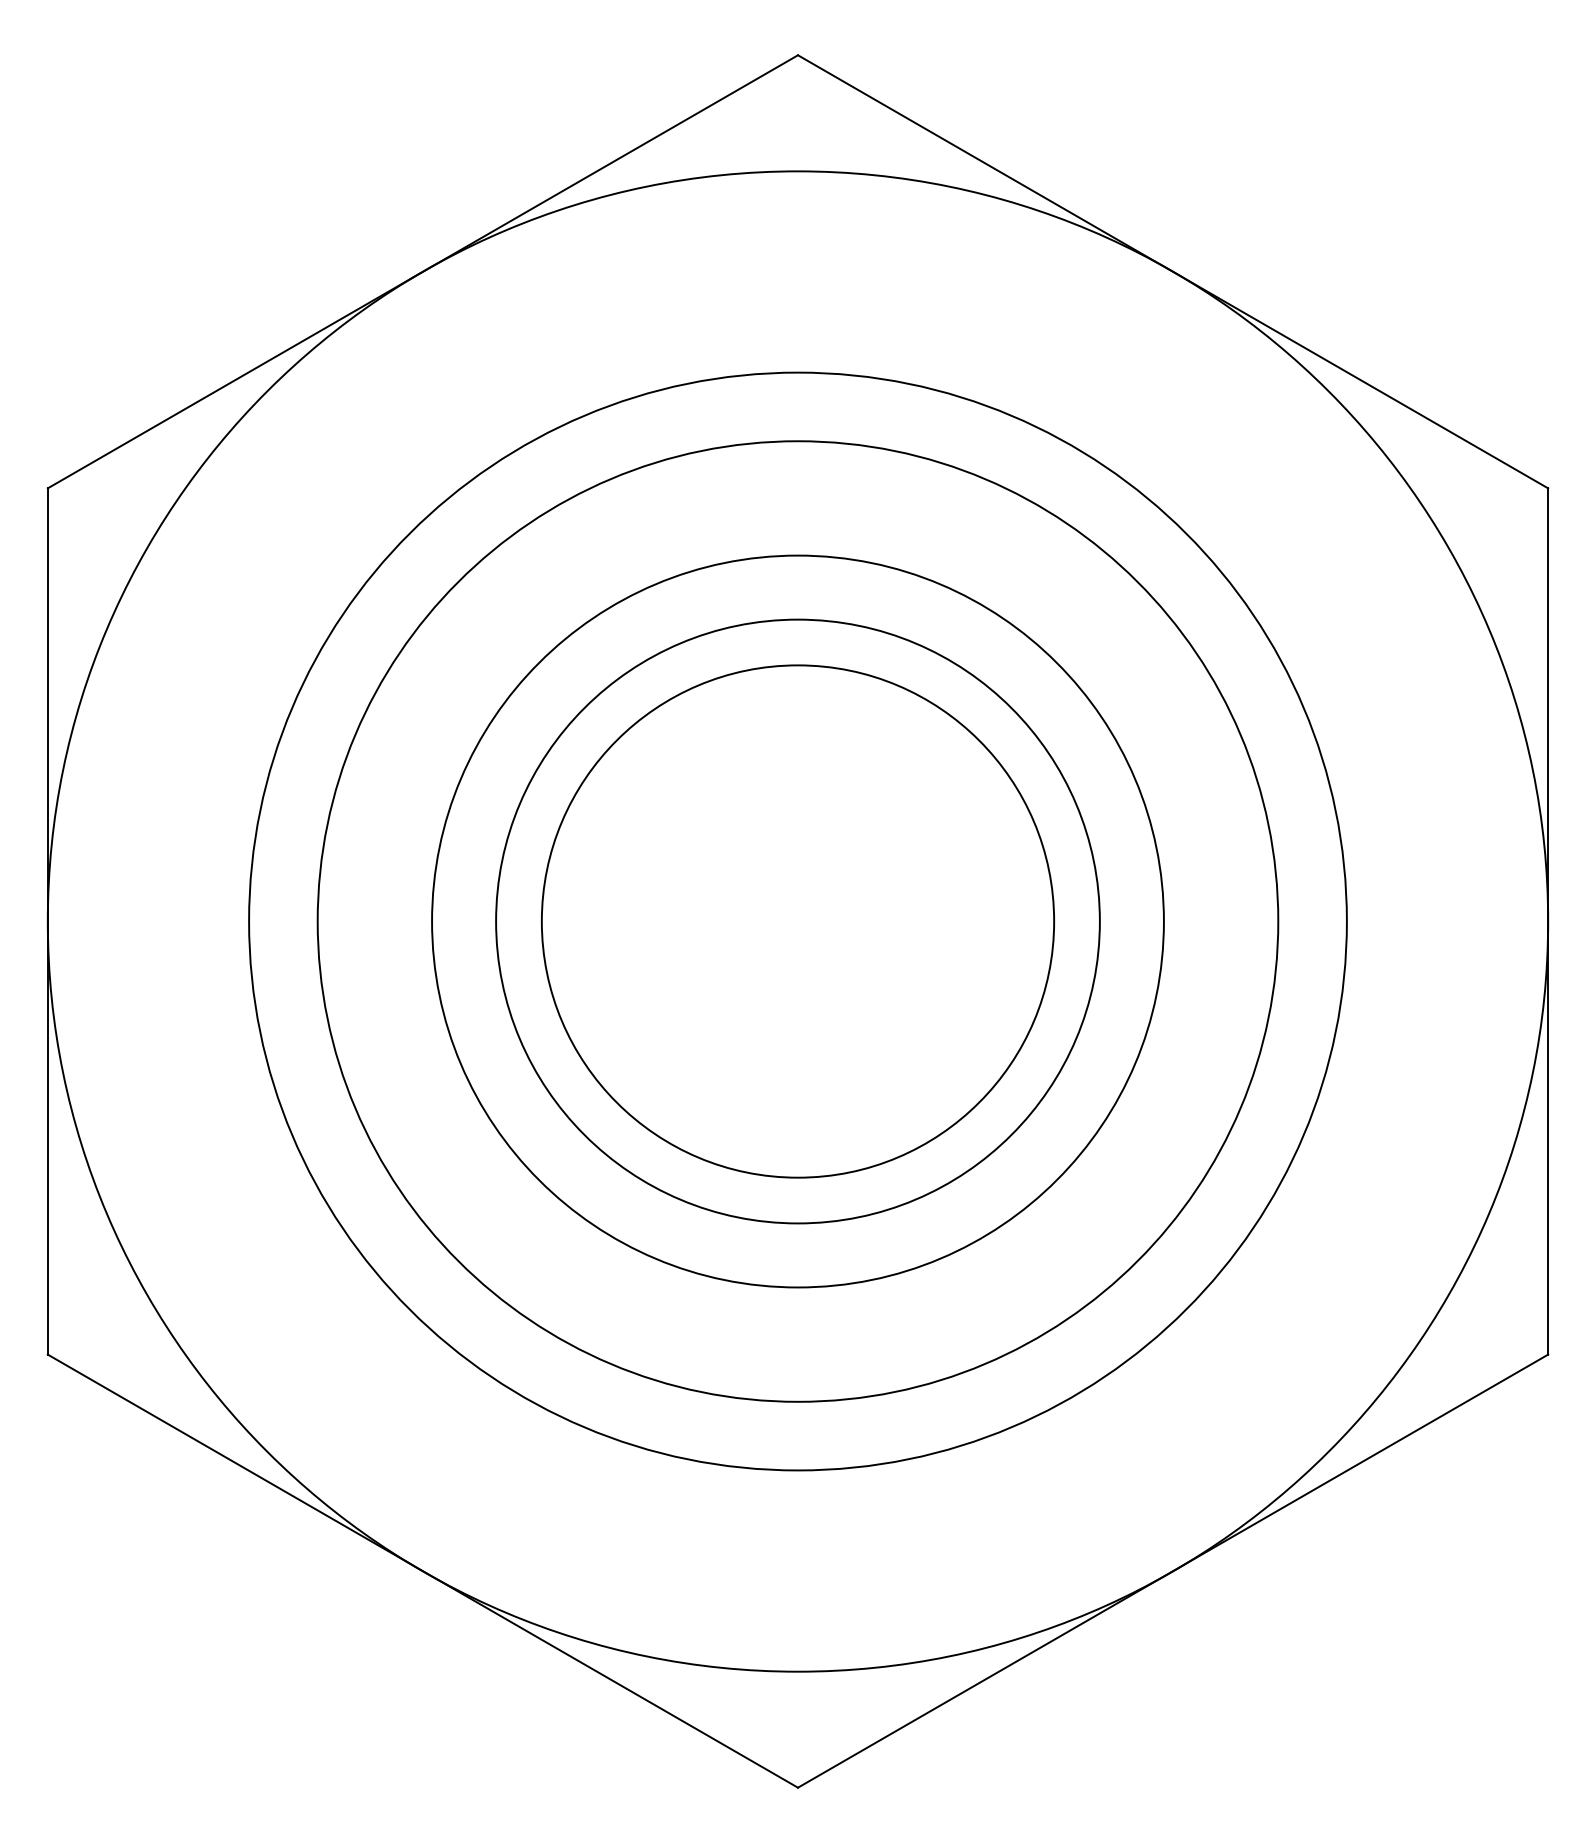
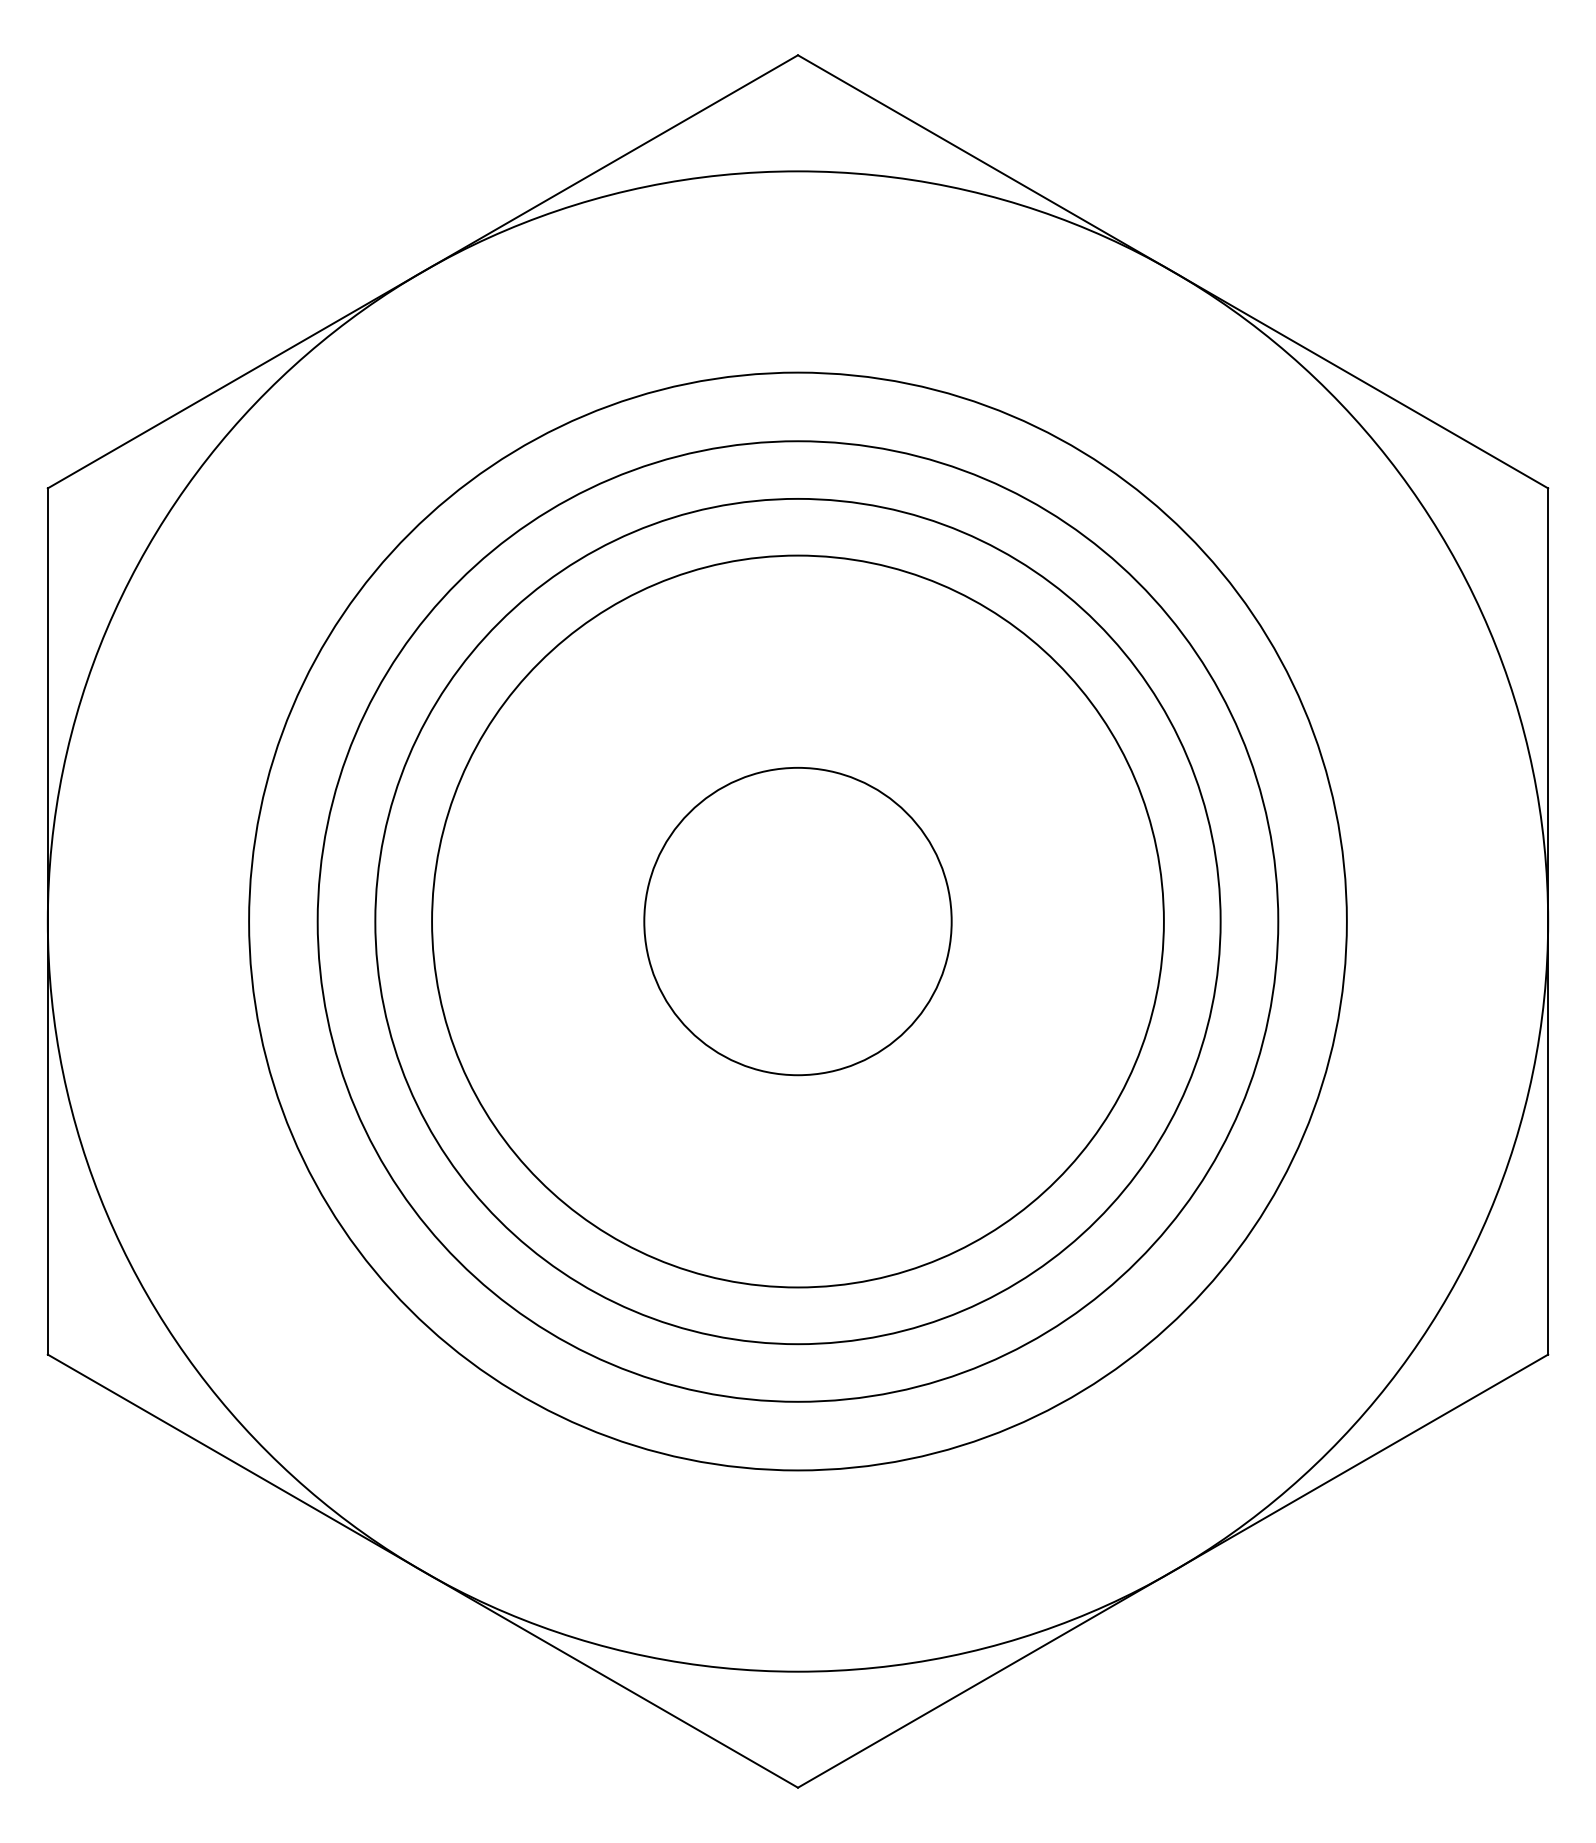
circle at (797, 921) diameter: 512 px -> 307 px
circle at (797, 921) diameter: 604 px -> 845 px
